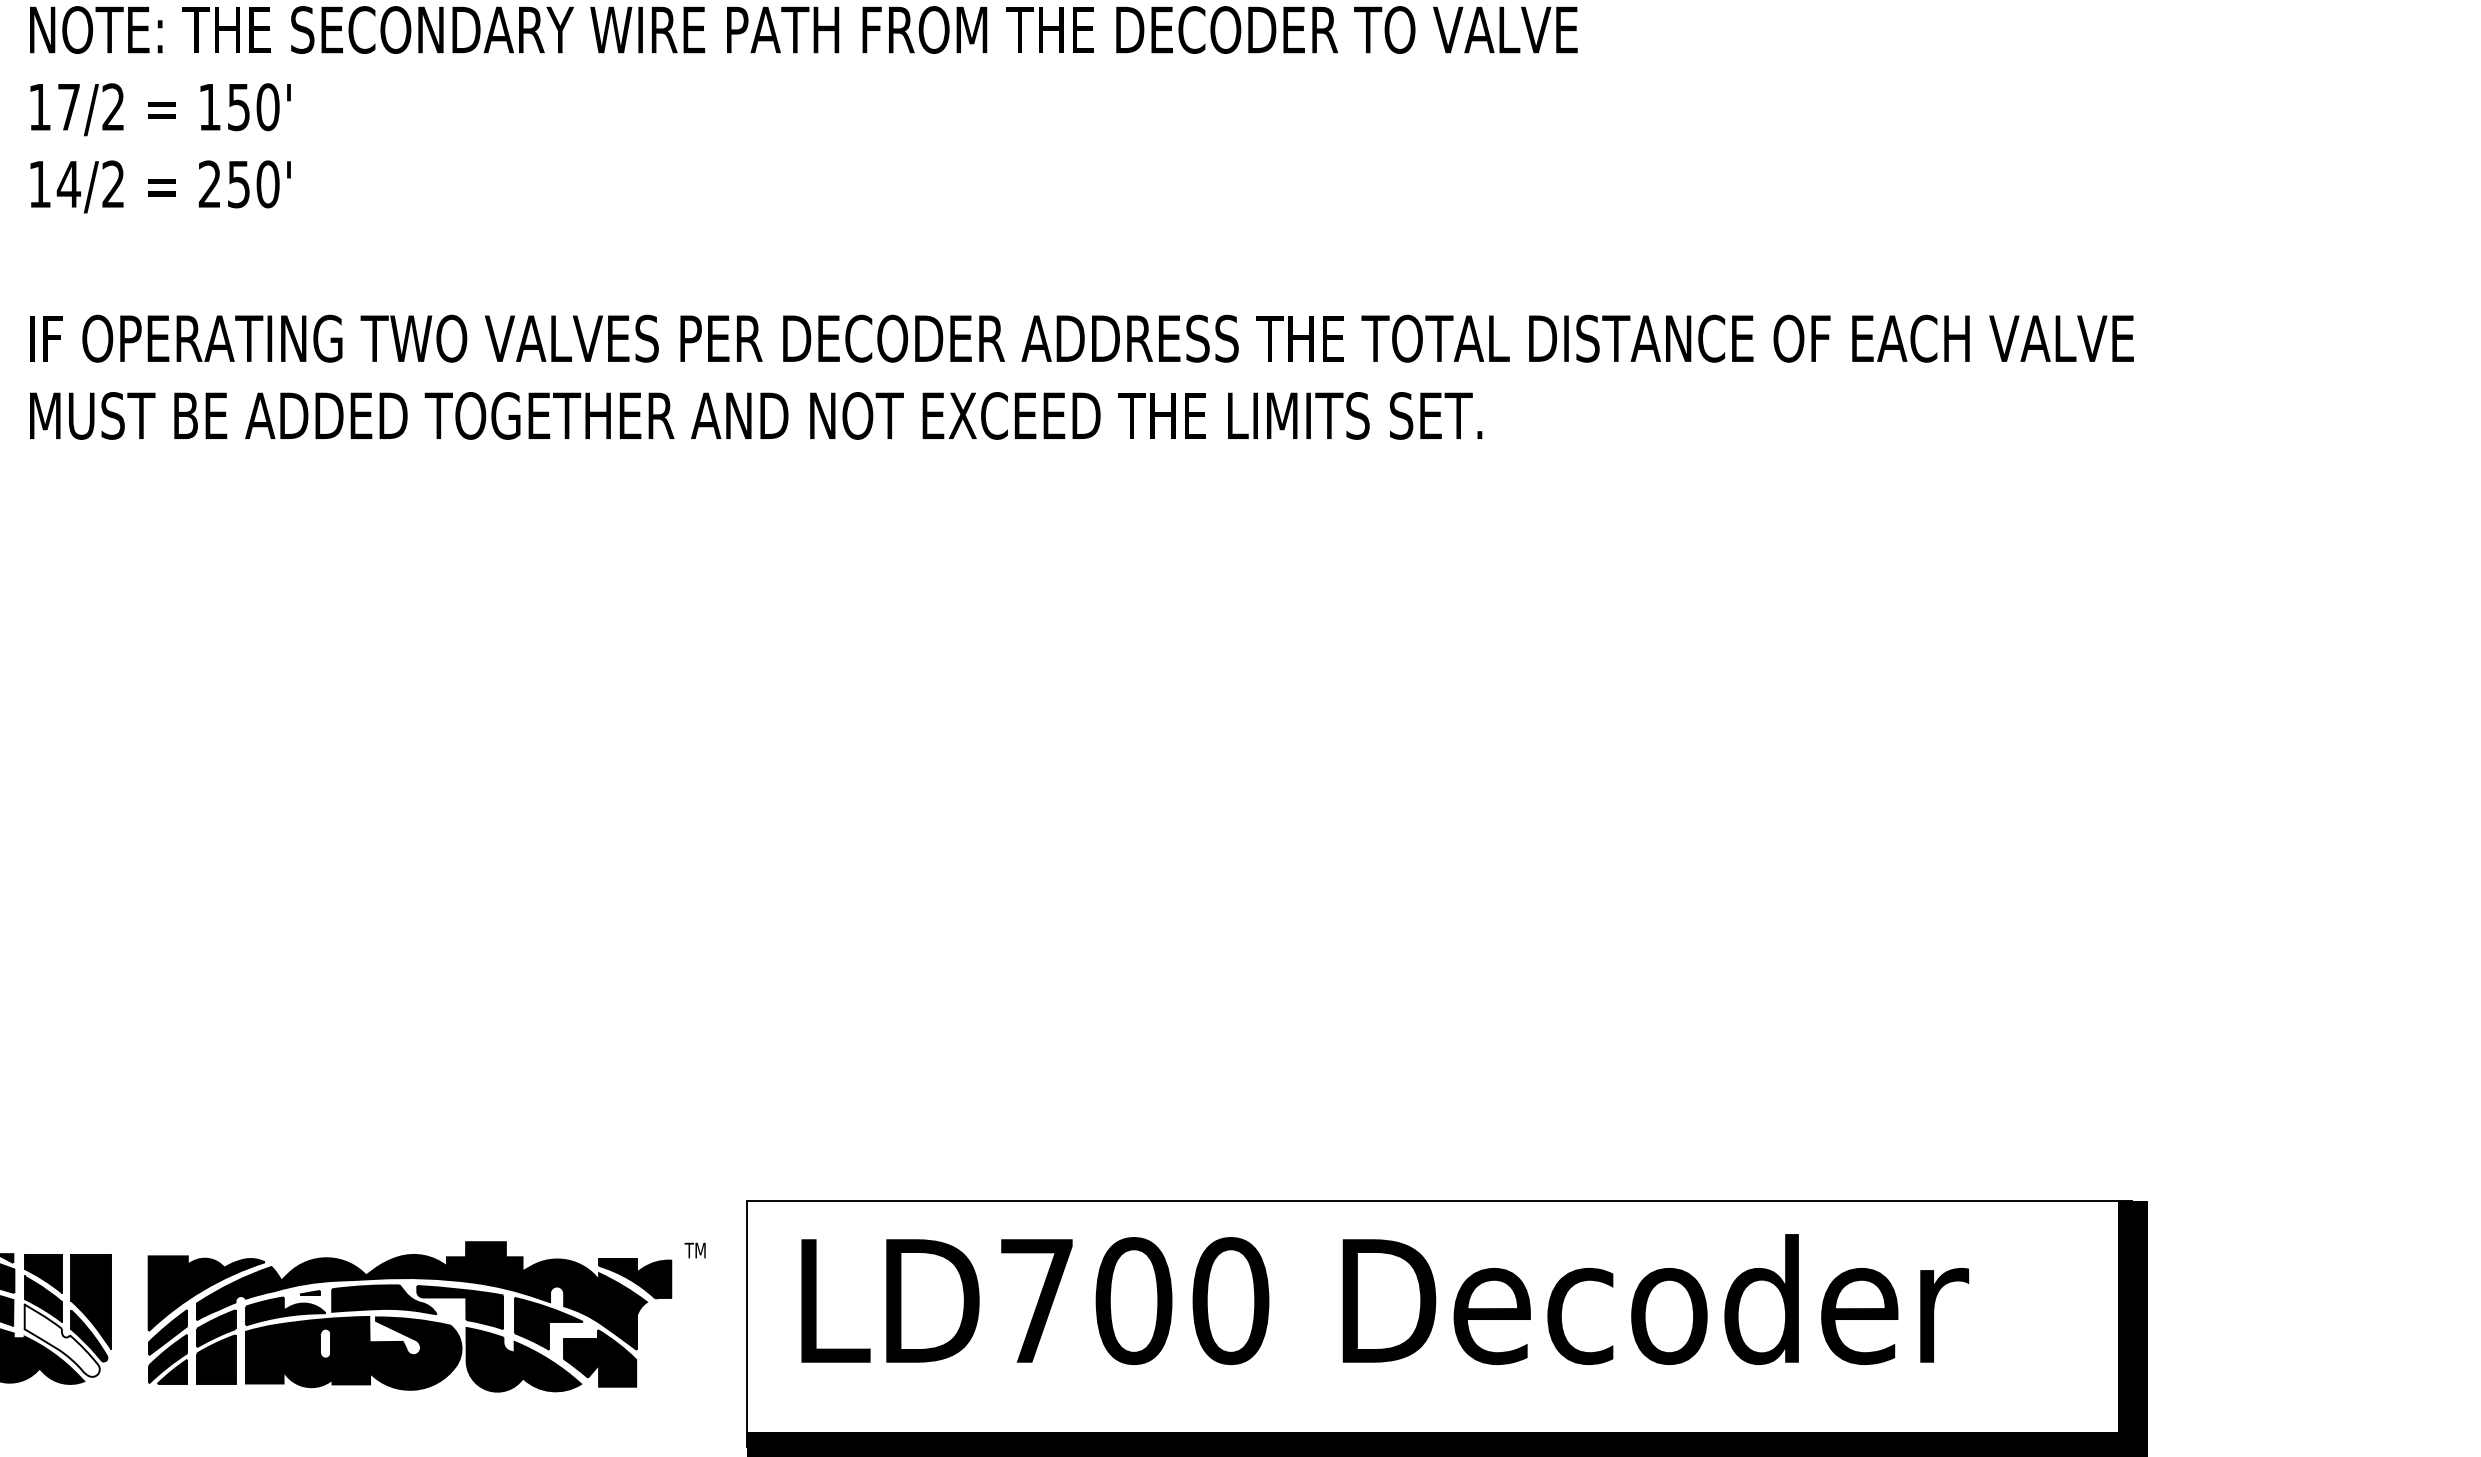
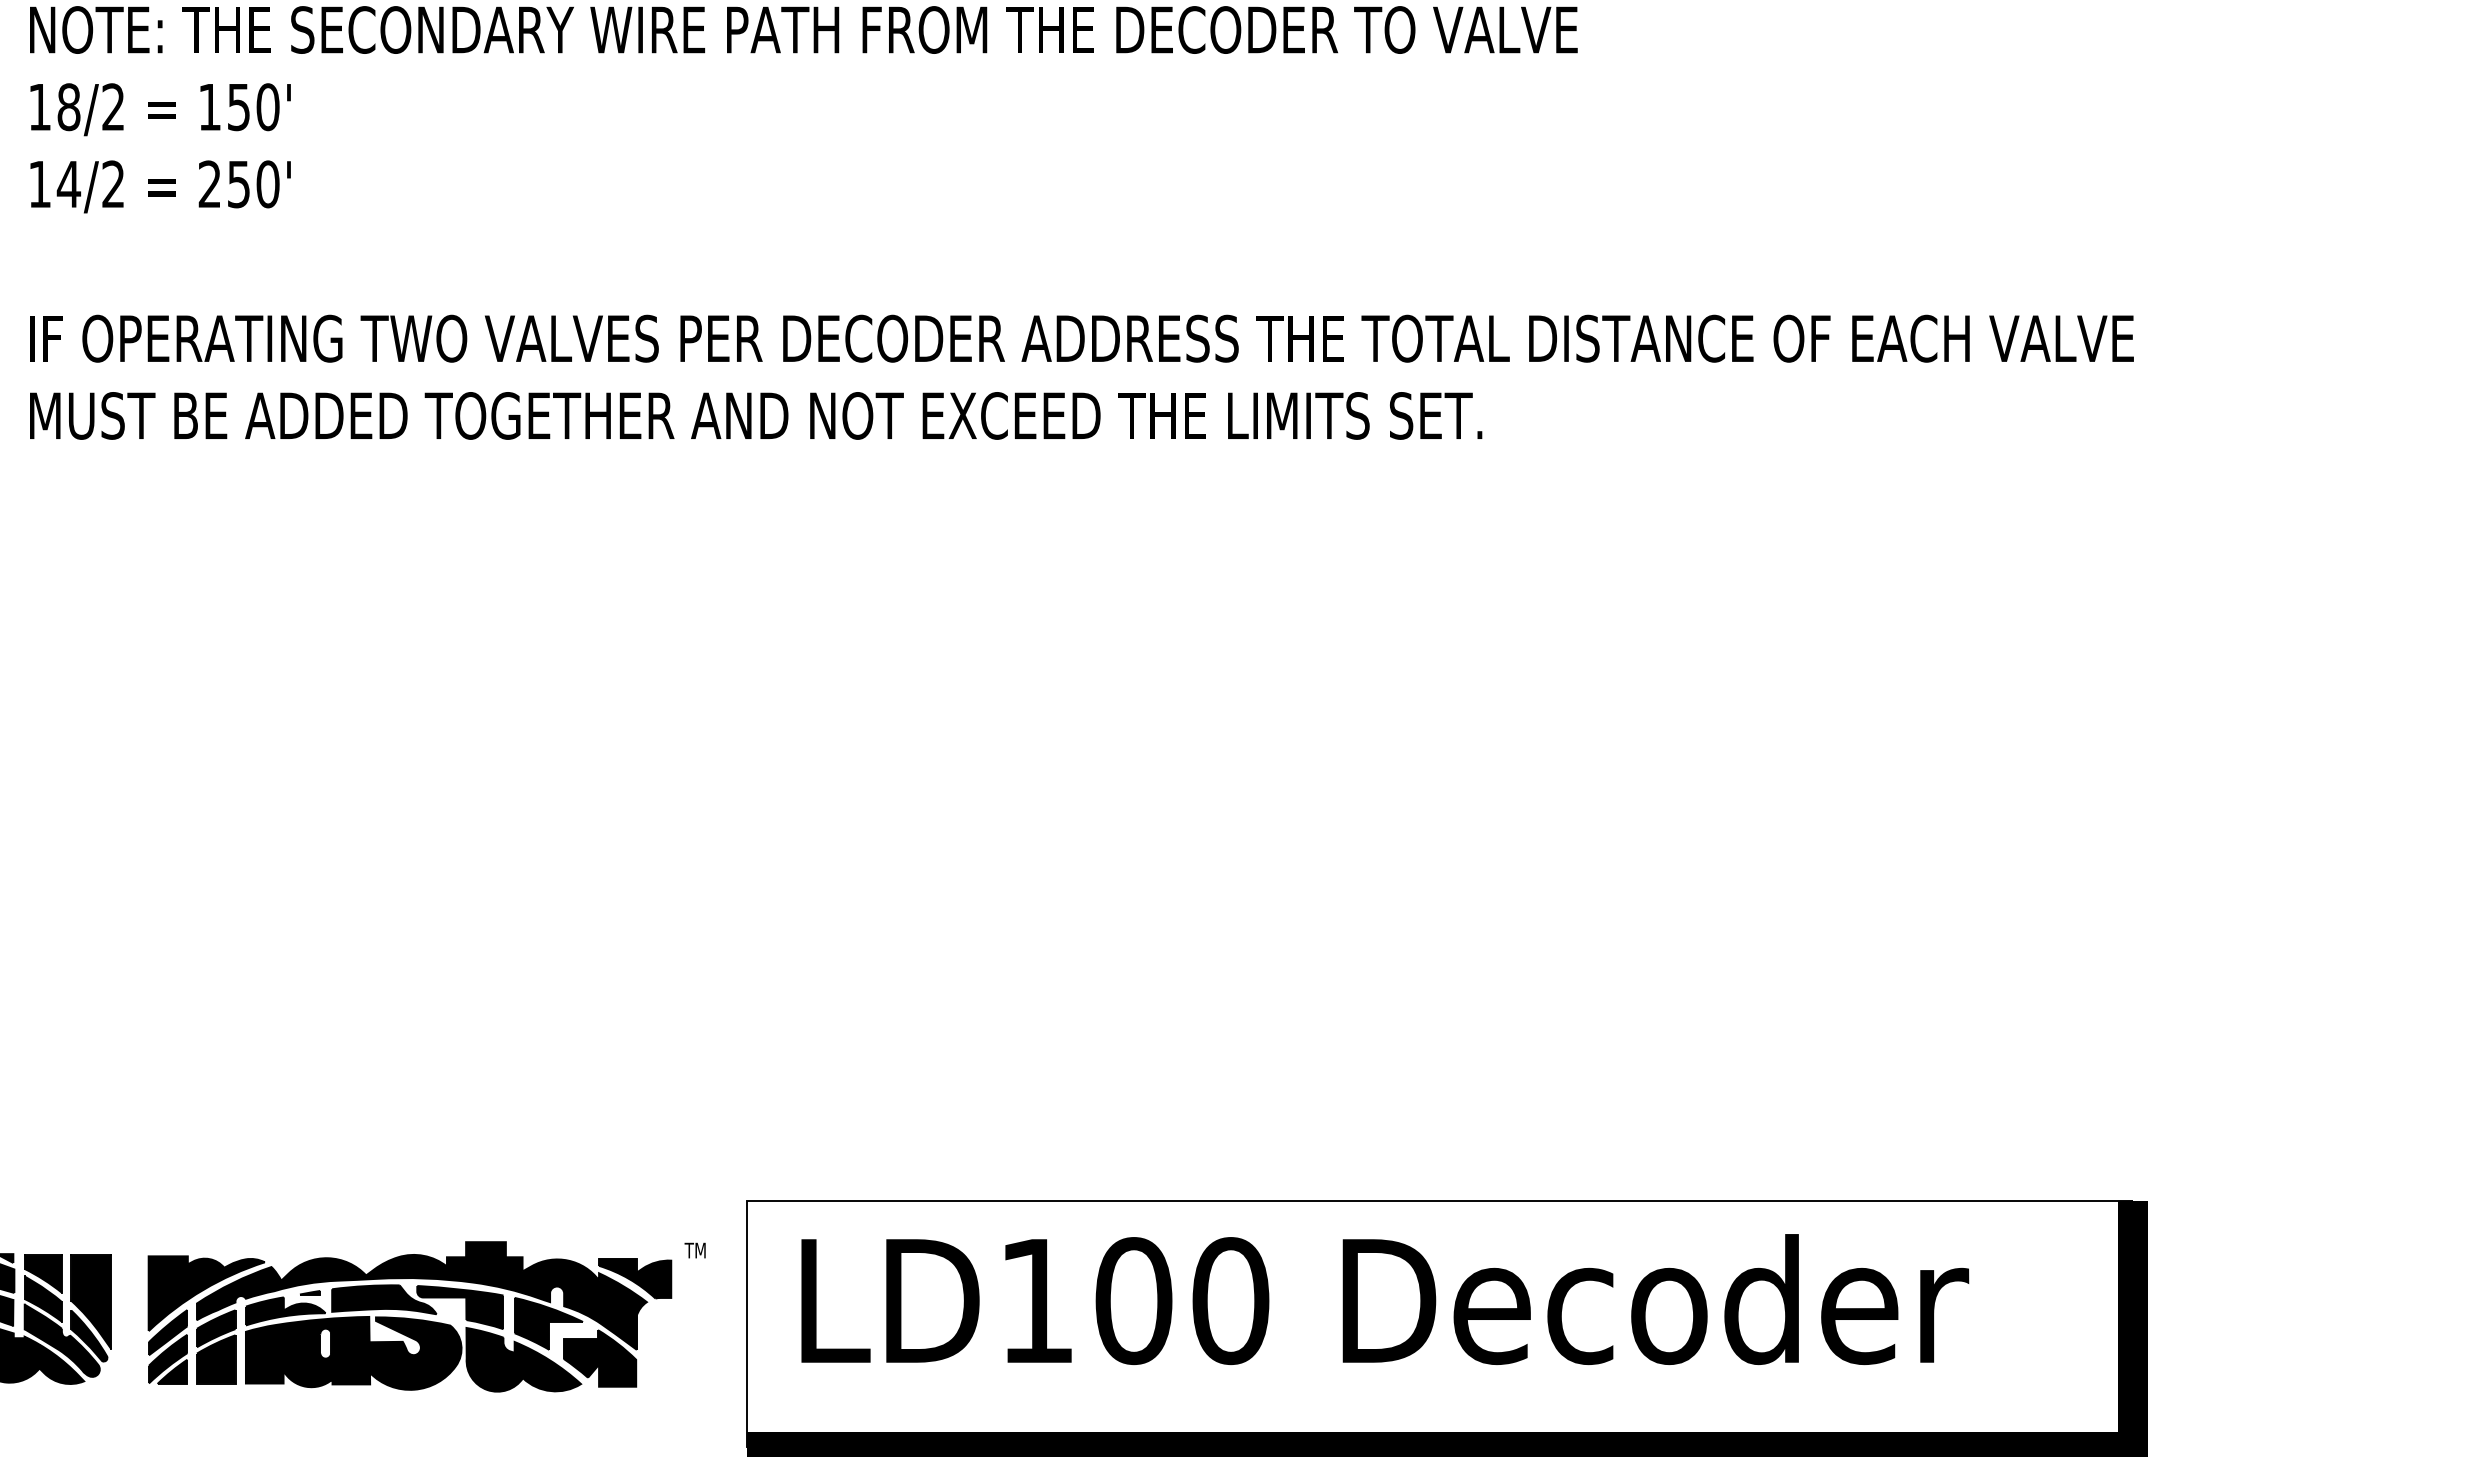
text at (68, 107): 17/2 -> 18/2
text at (1036, 1300): LD700 -> LD100
fill at (61, 1340): none -> present
